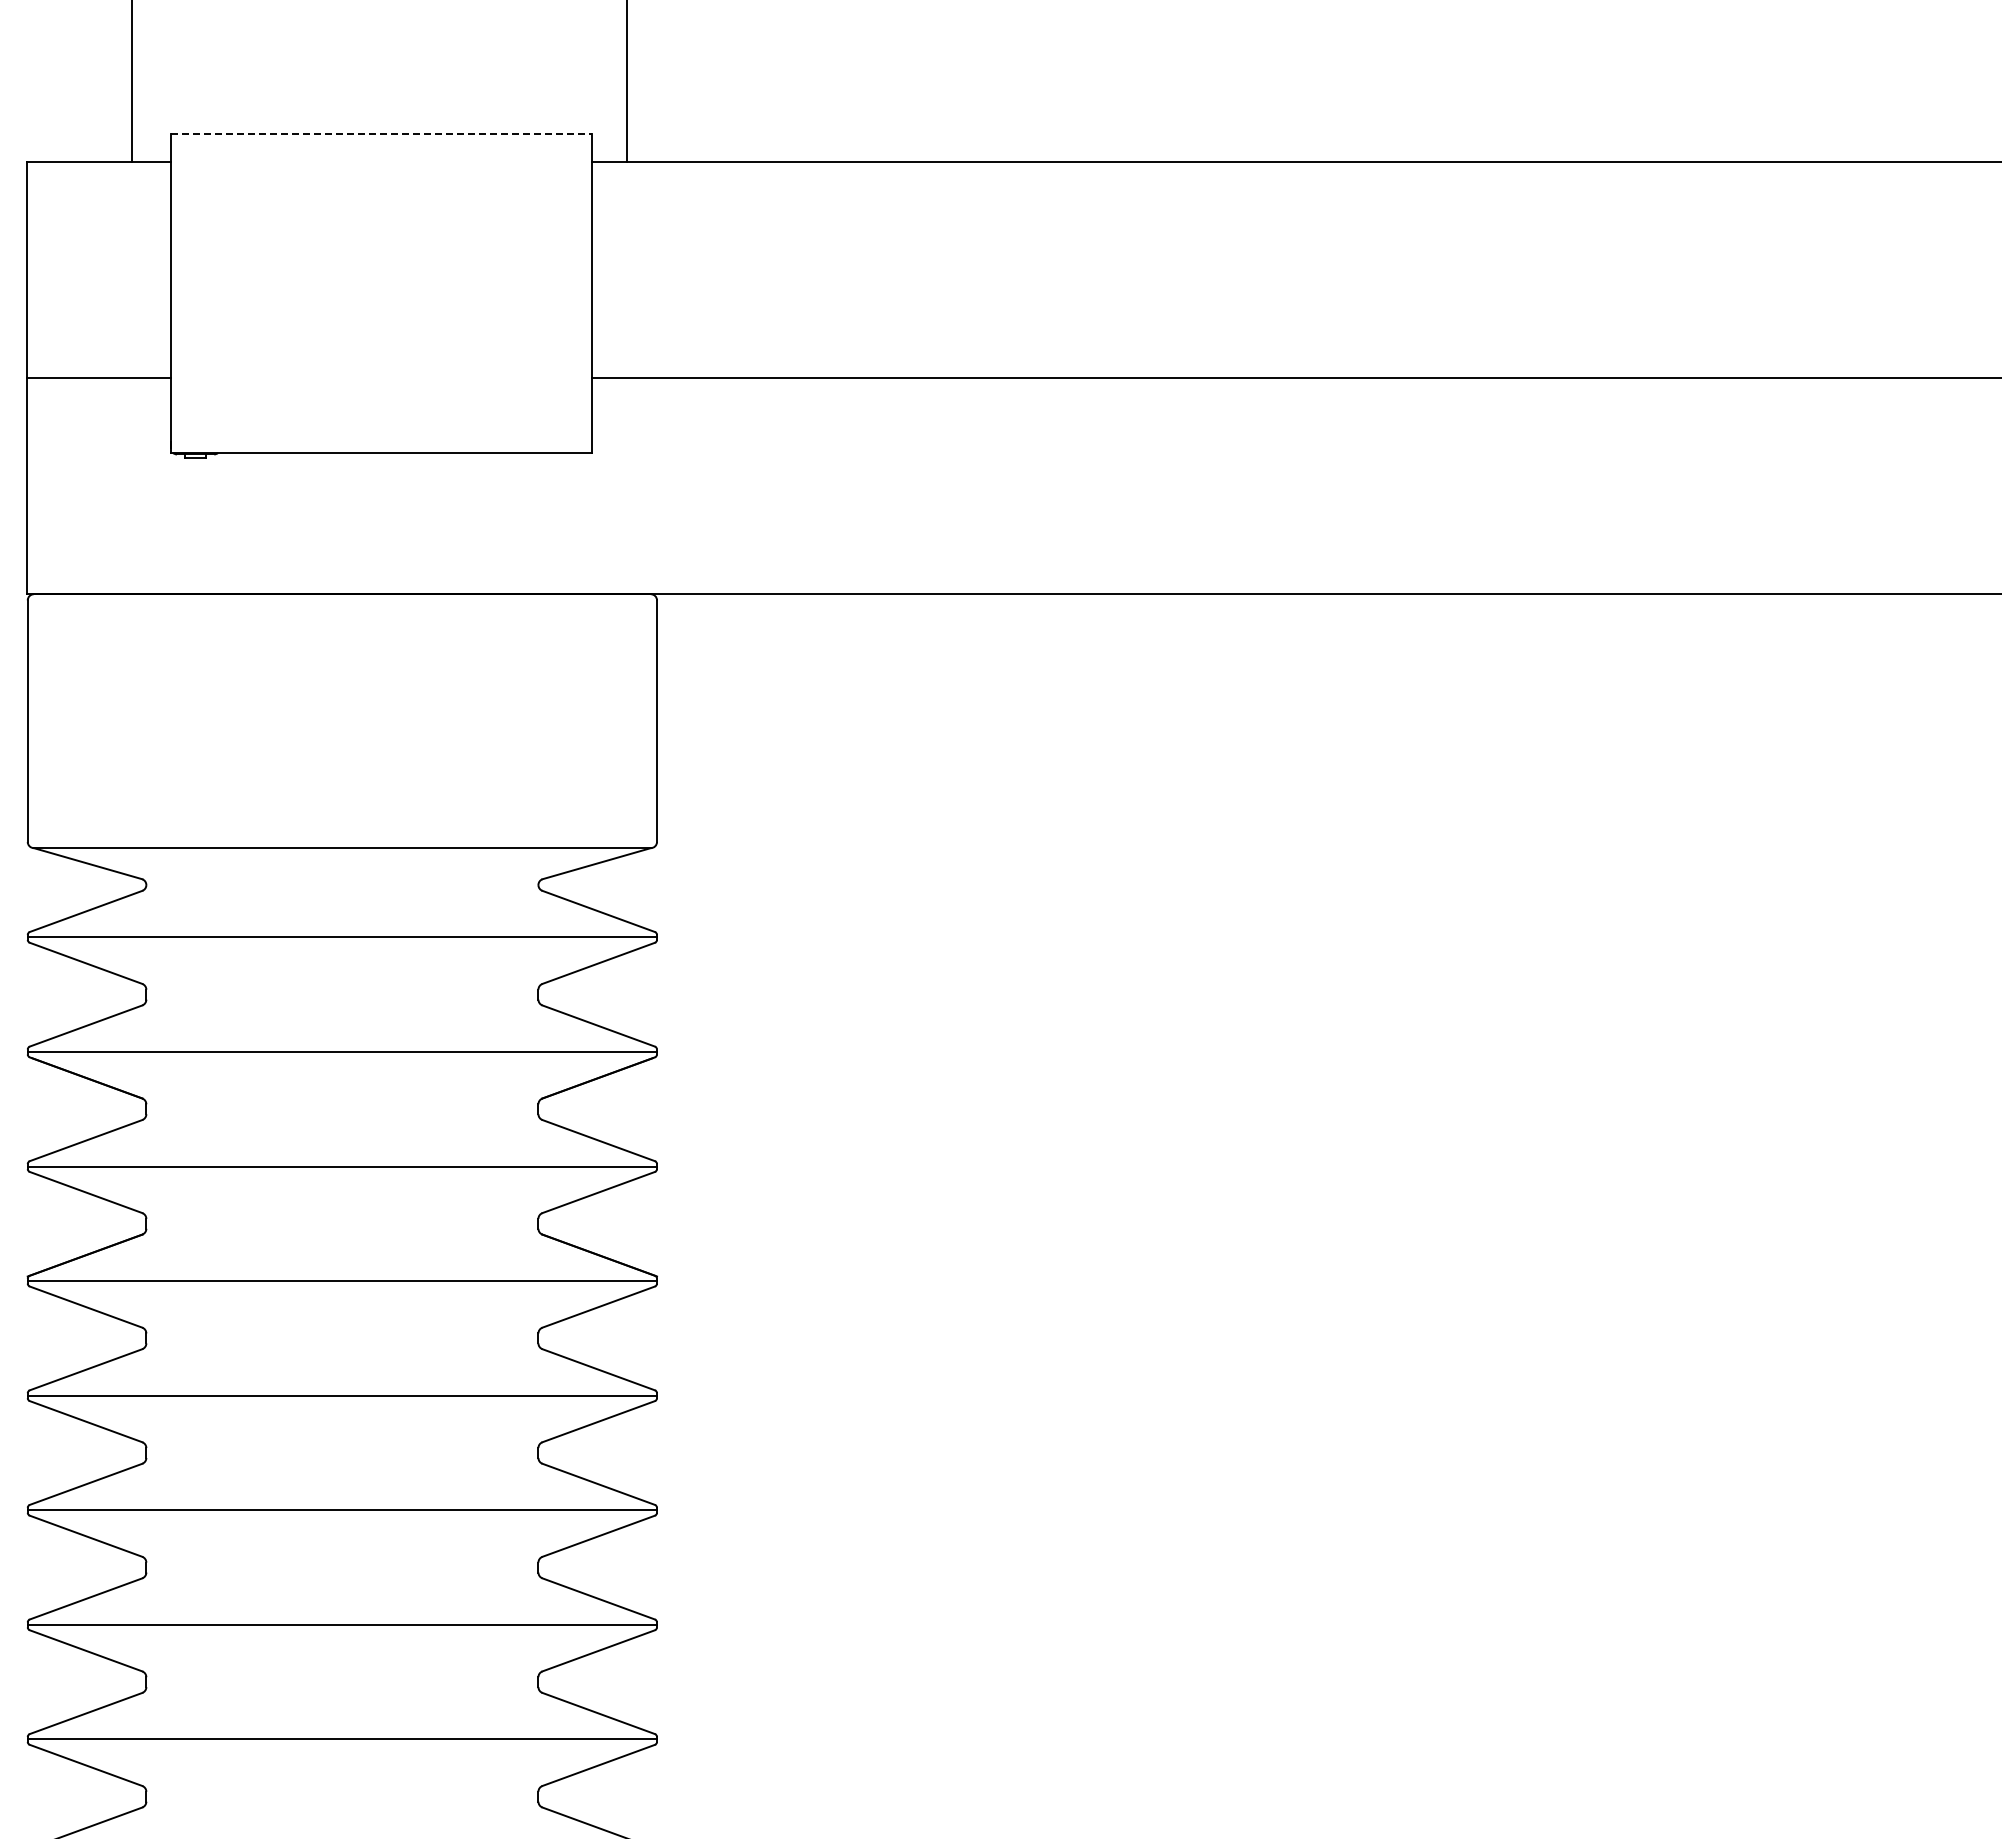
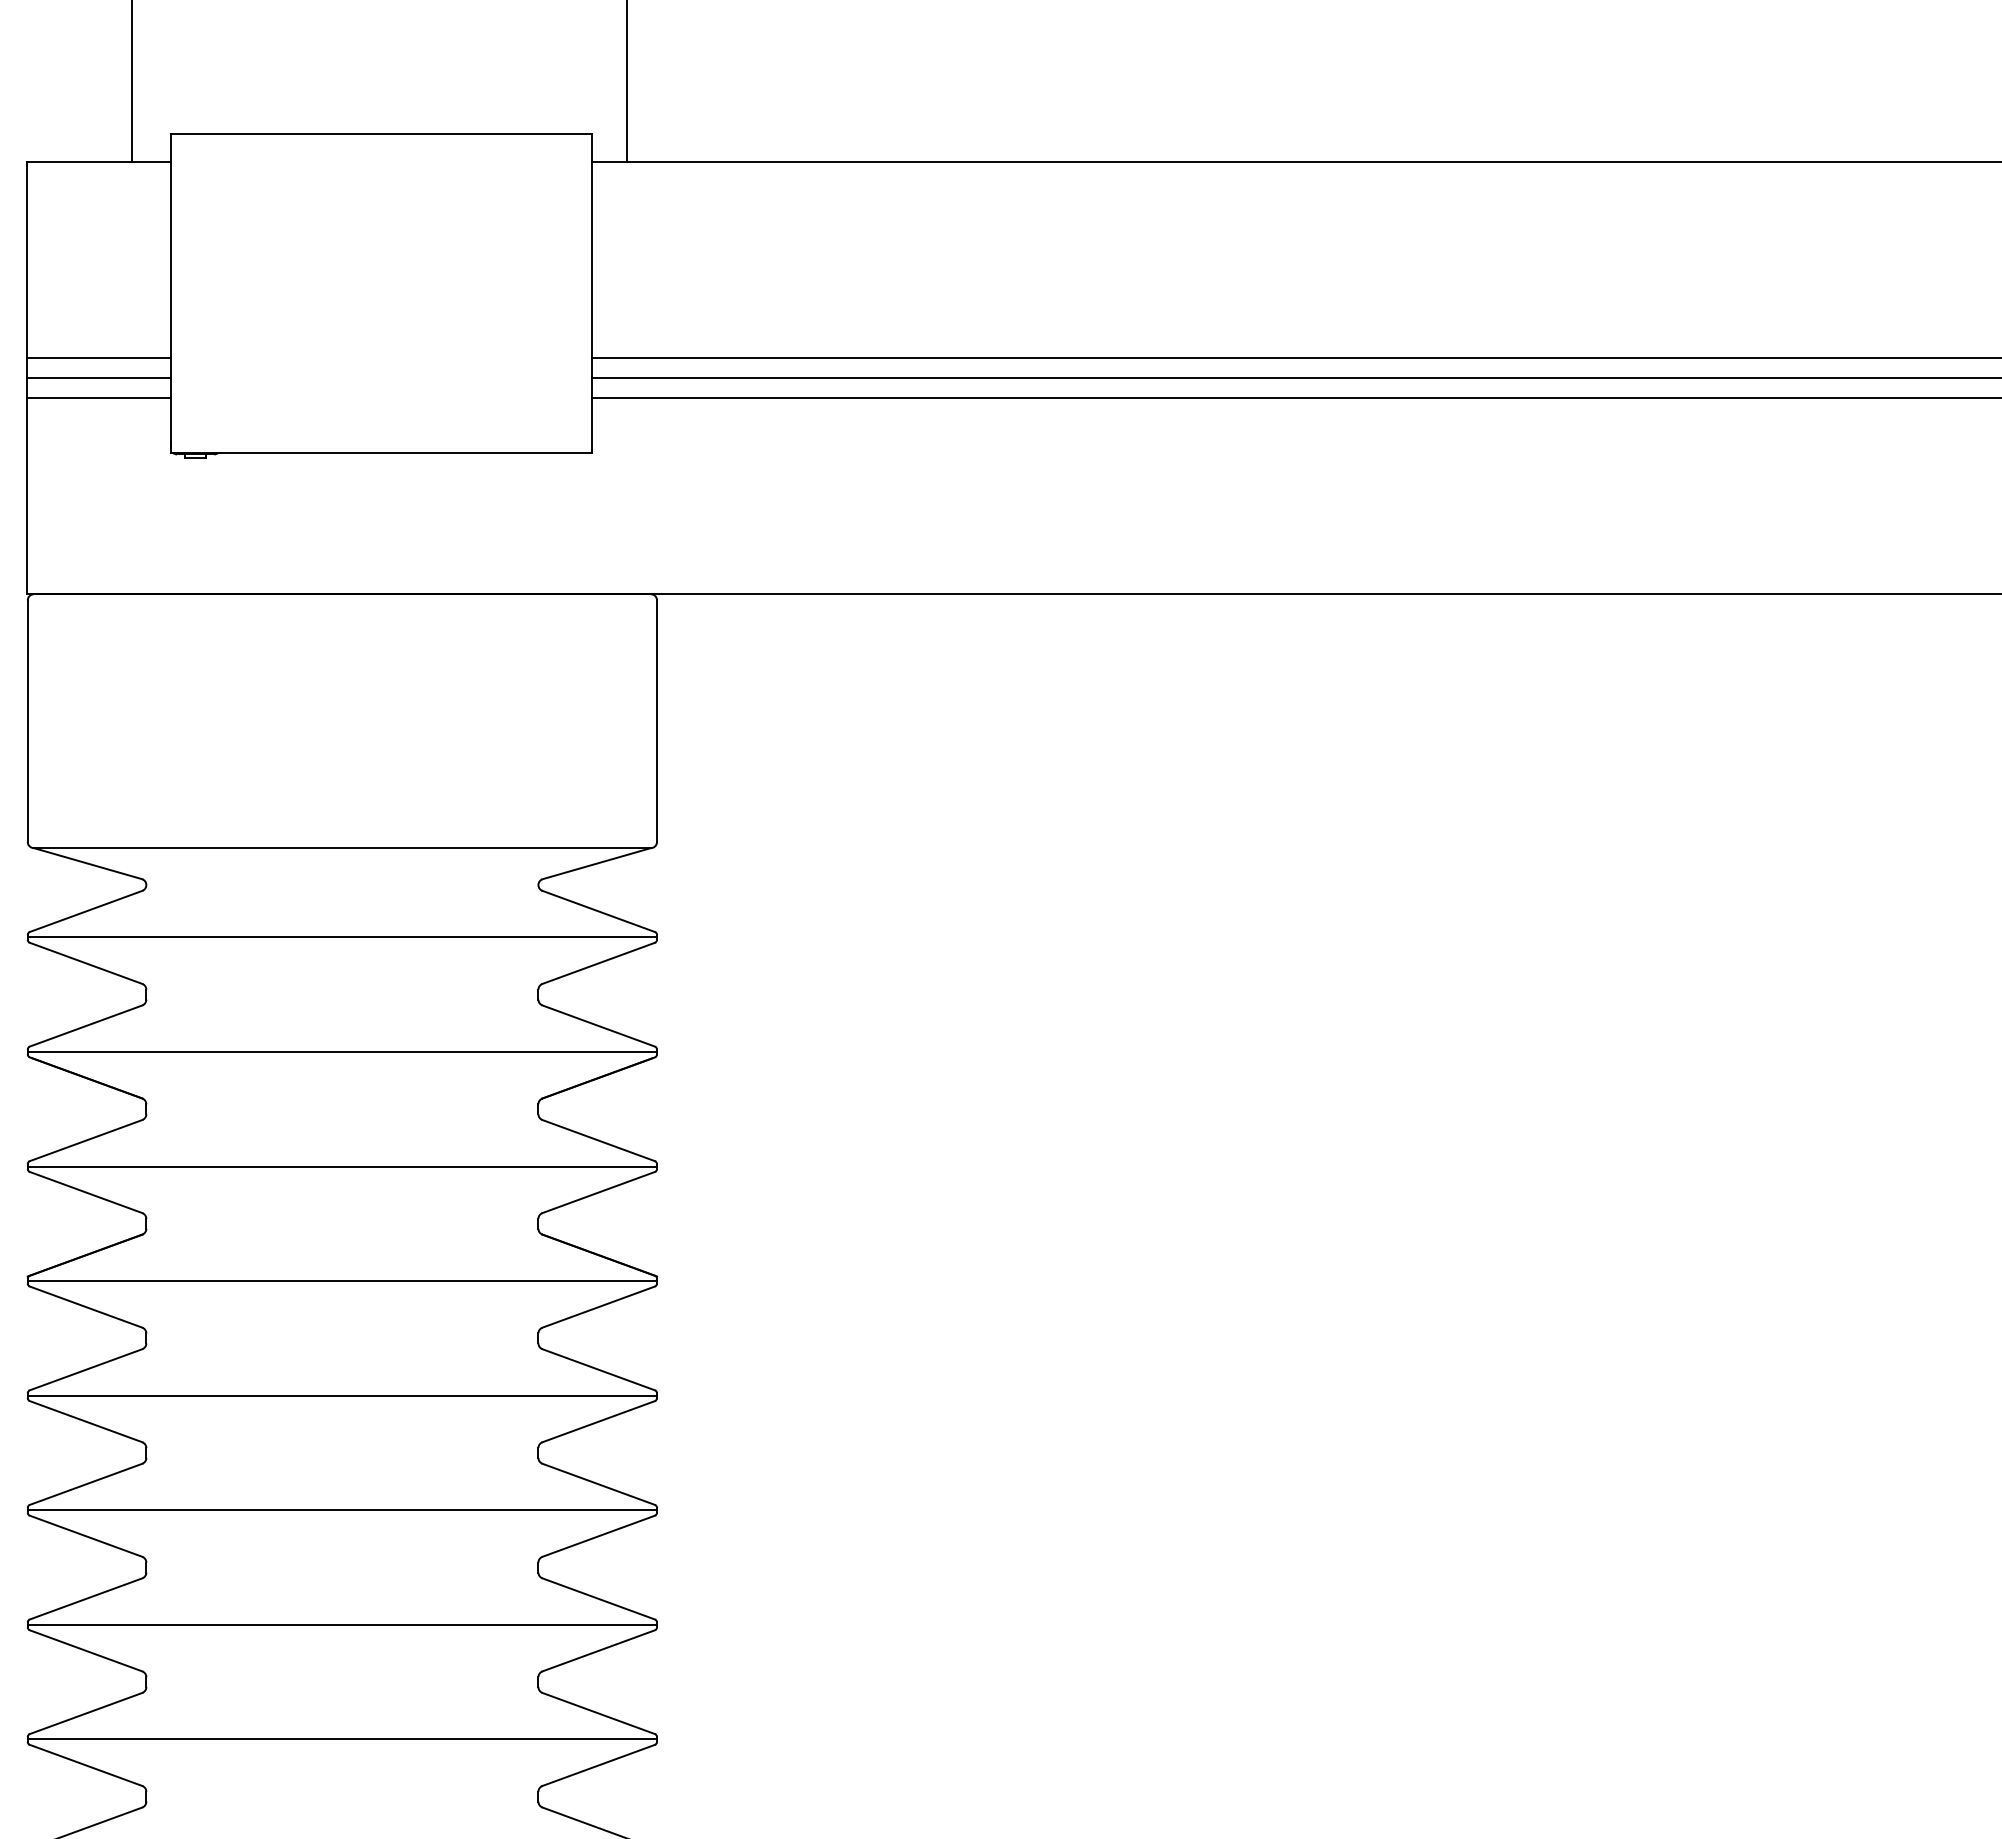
line at (381, 133): dashed -> solid
line at (98, 358): none -> present
line at (1295, 358): none -> present
line at (98, 397): none -> present
line at (1295, 397): none -> present
